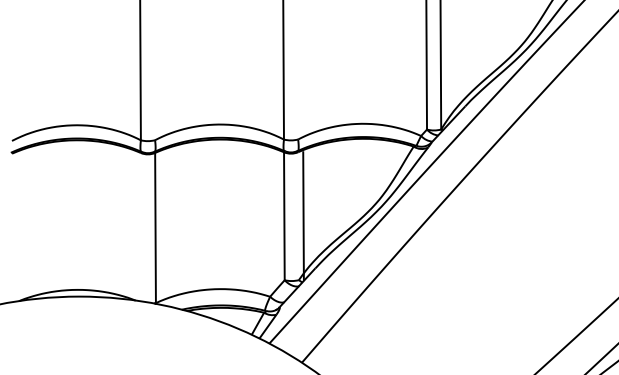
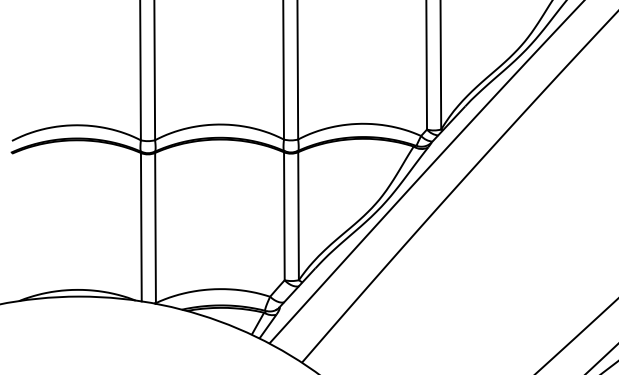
line at (297, 70): none -> present
line at (154, 71): none -> present
line at (303, 216) position: (303, 216) -> (298, 216)
line at (140, 227): none -> present
